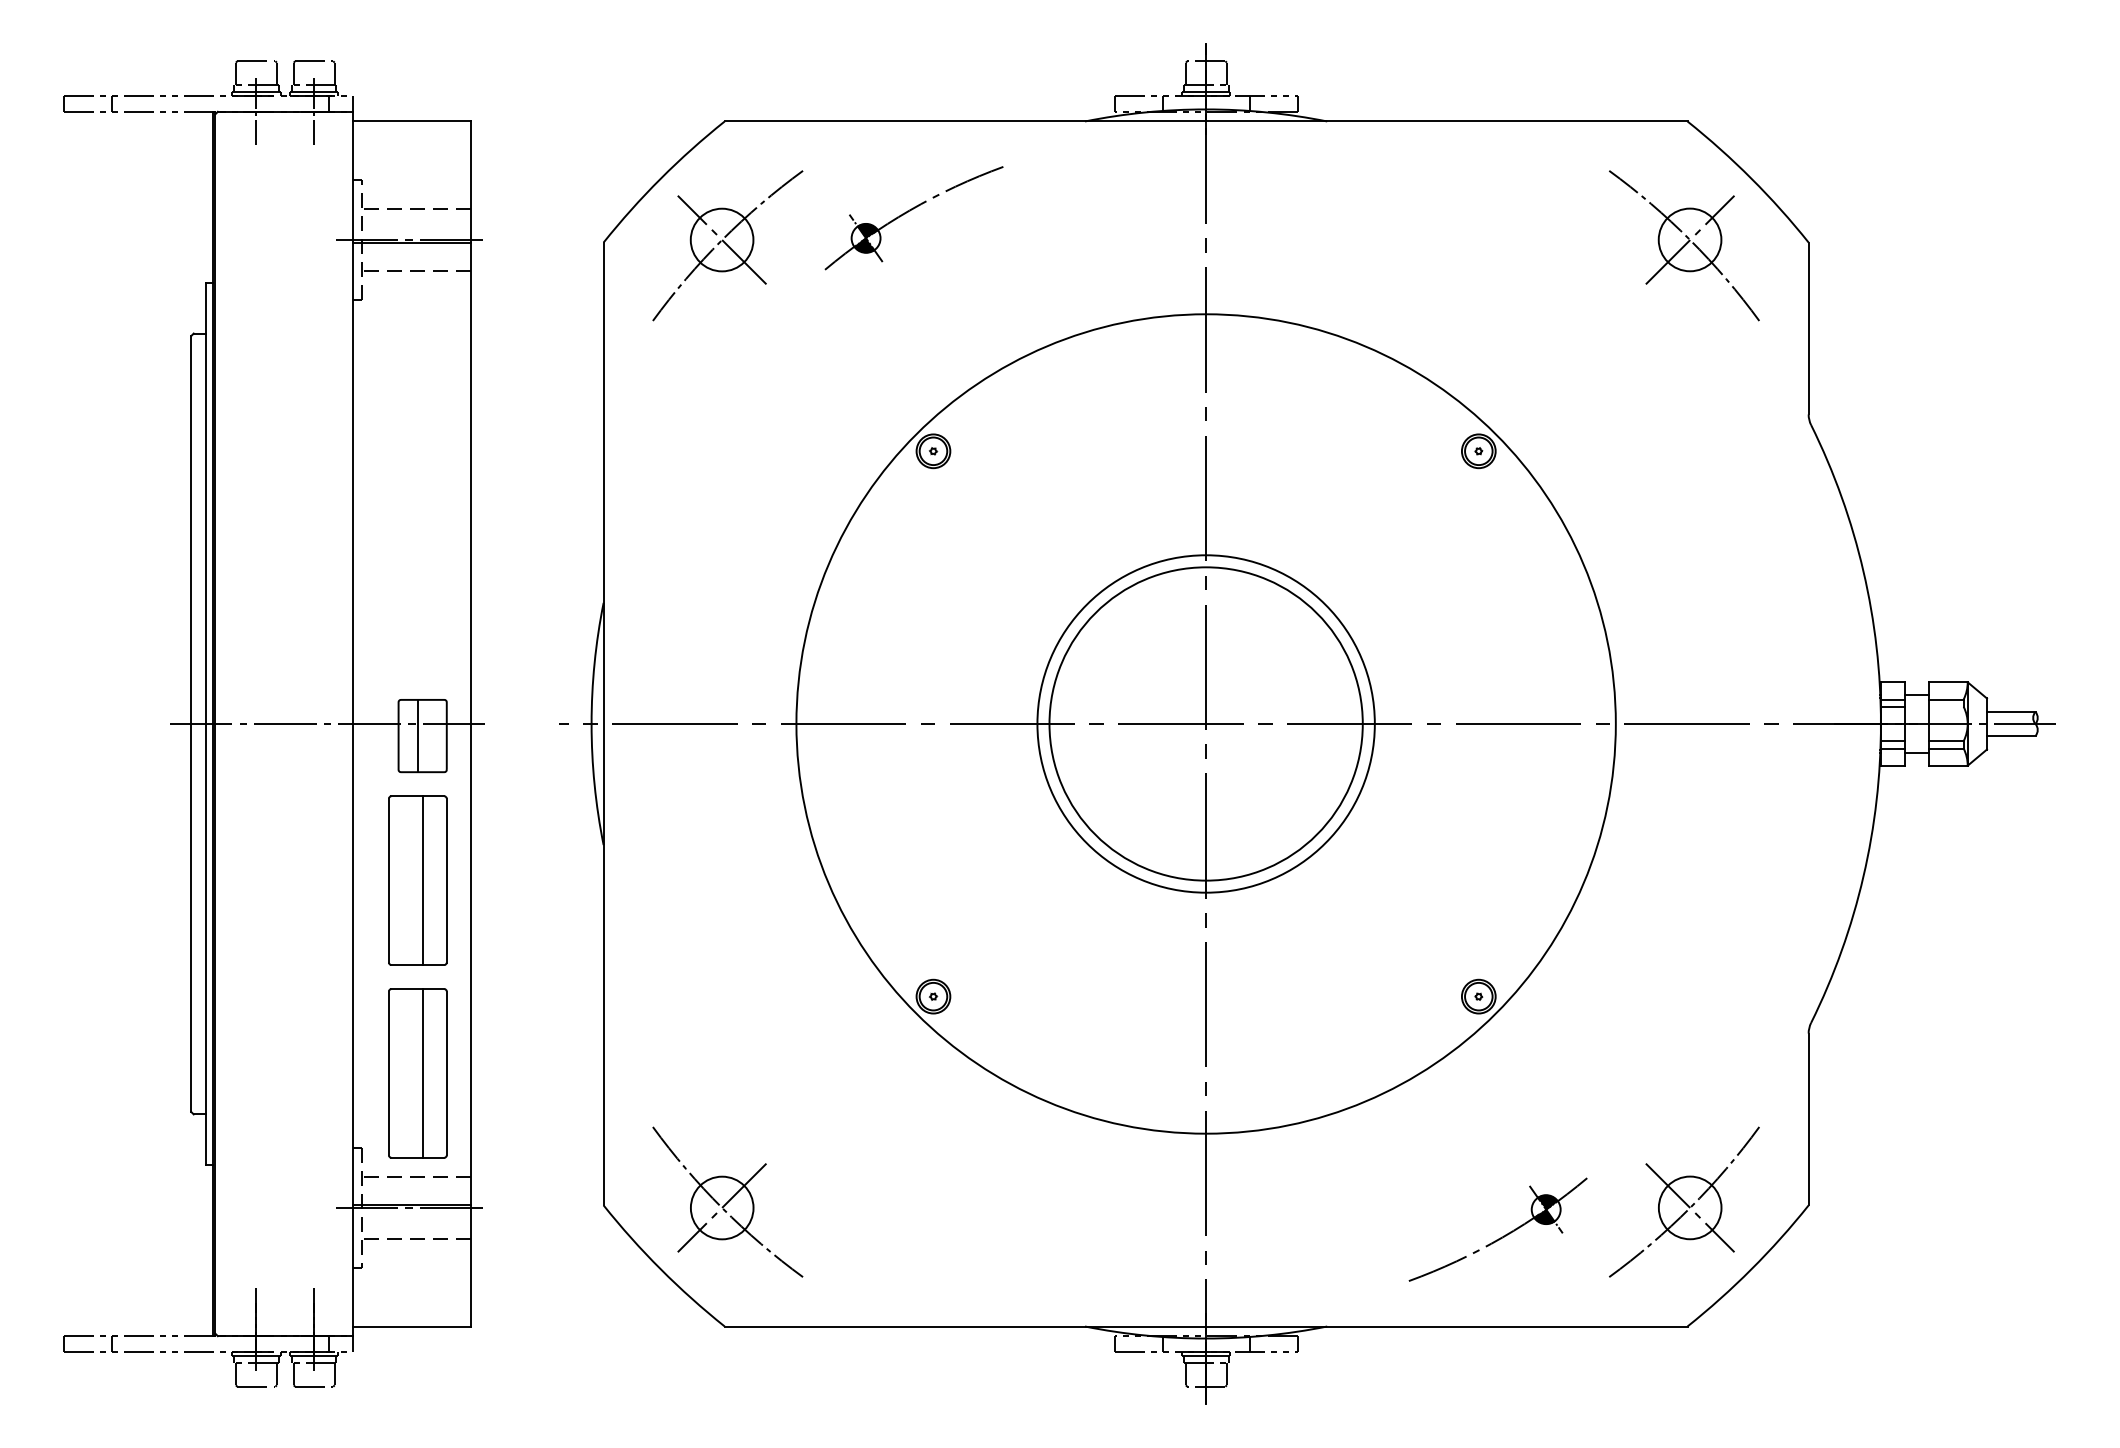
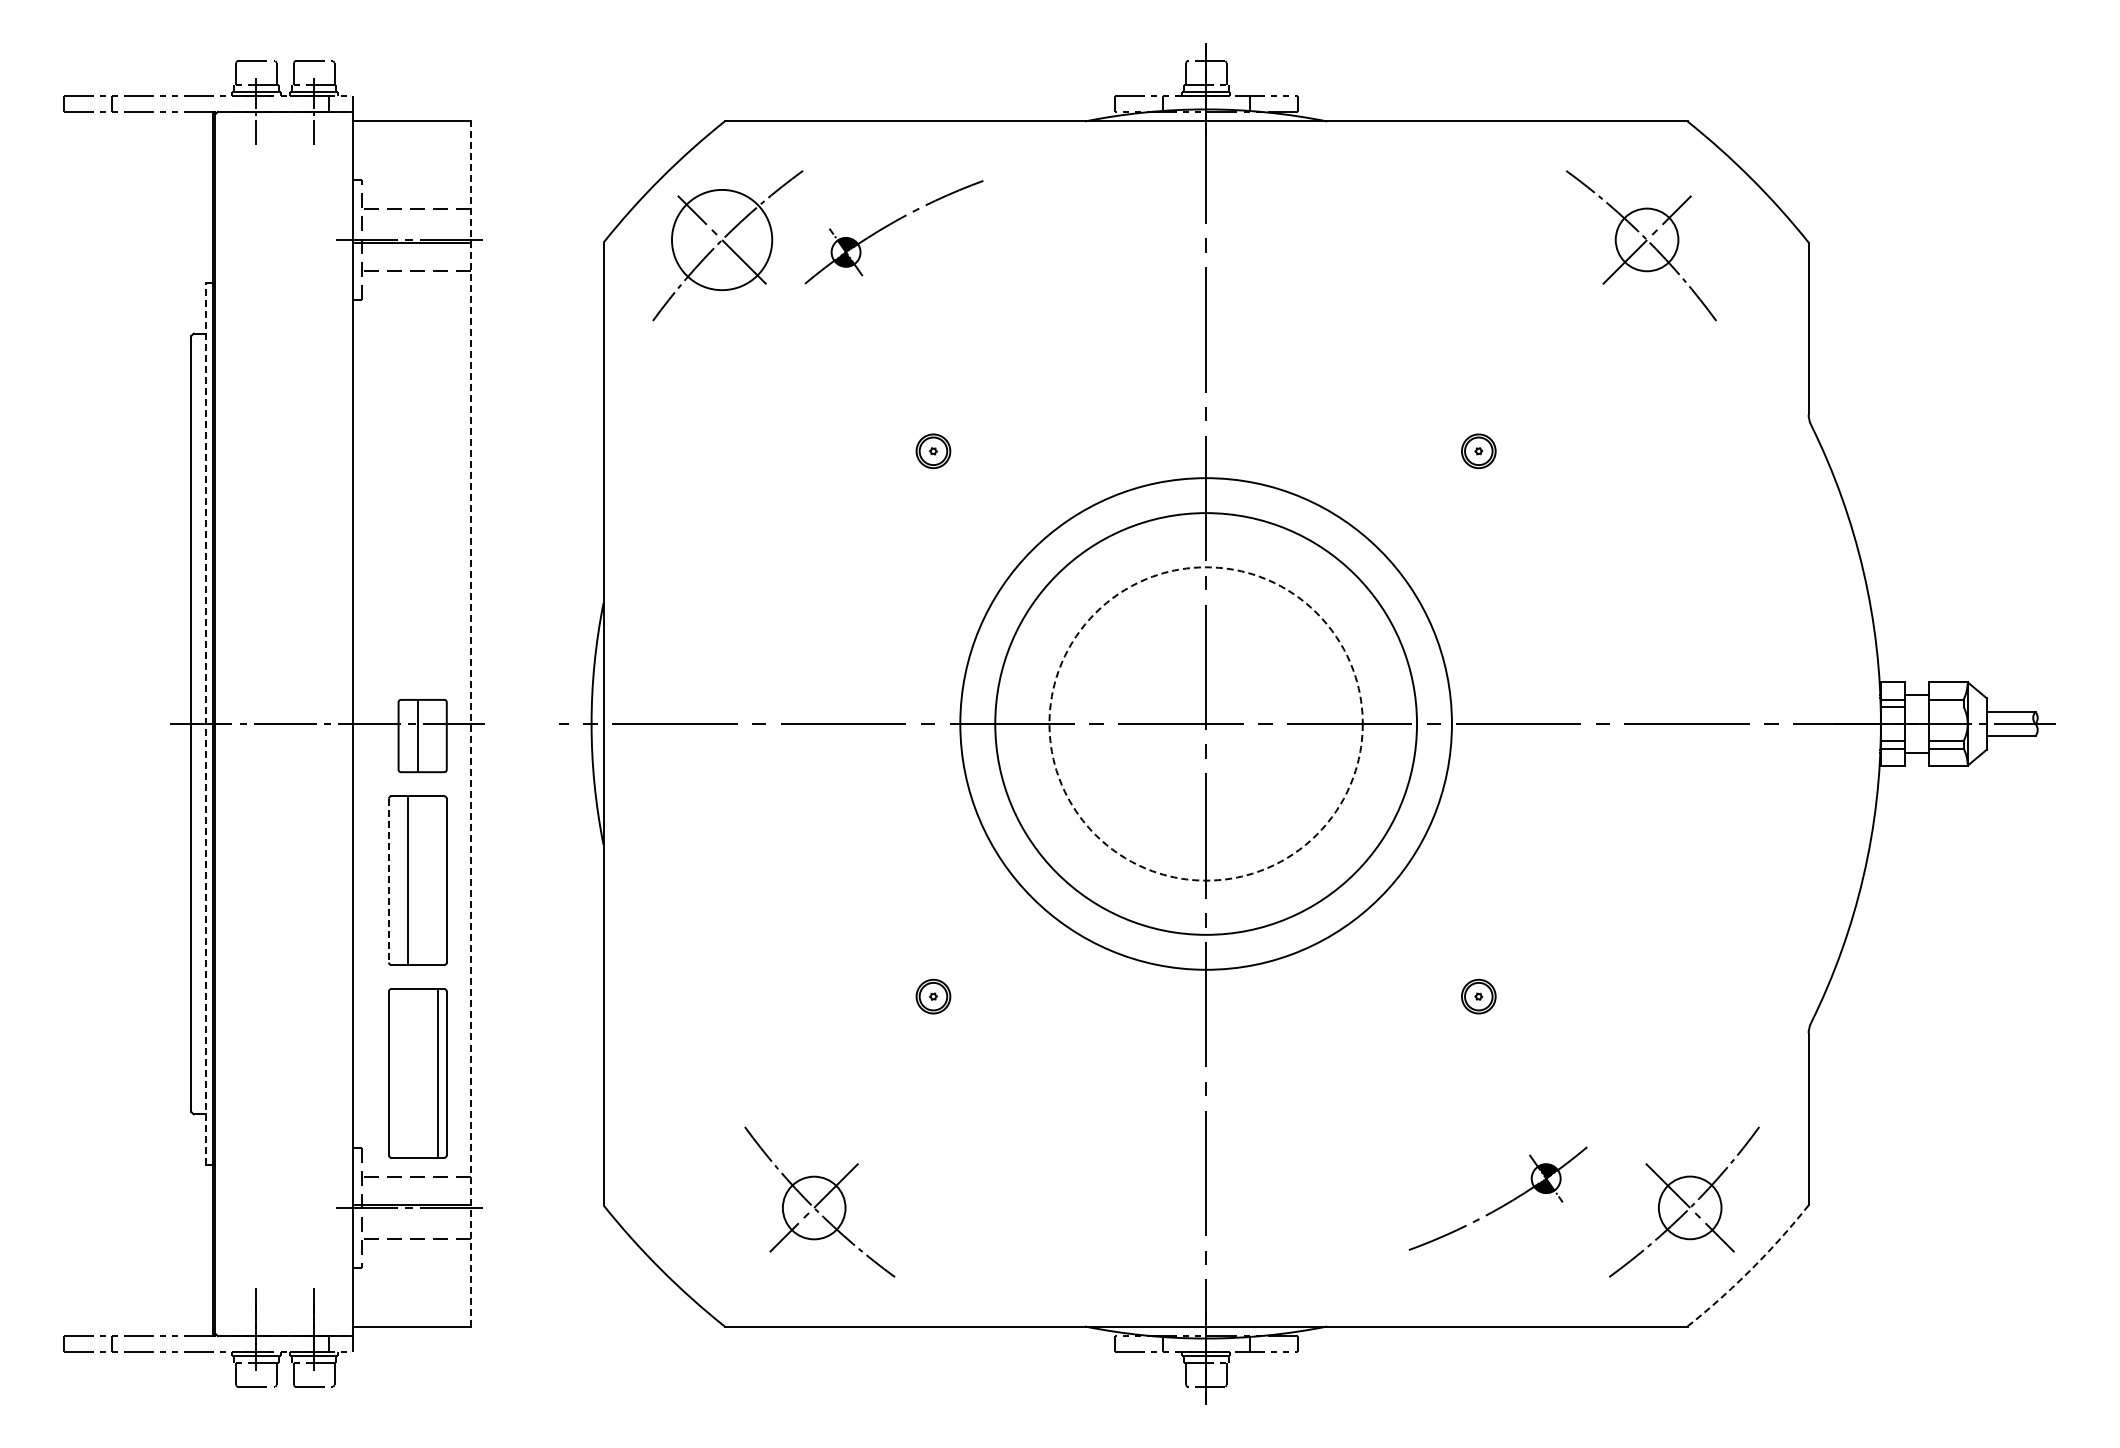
part at (910, 211) position: (910, 211) -> (890, 225)
circle at (721, 239) diameter: 63 px -> 100 px
part at (1684, 245) position: (1684, 245) -> (1641, 245)
line at (205, 723): solid -> dashed
line at (470, 723): solid -> dashed
circle at (1205, 723) diameter: 337 px -> 422 px
circle at (1205, 723) diameter: 819 px -> 492 px
circle at (1205, 723): solid -> dashed
line at (388, 880): solid -> dashed
line at (422, 880) position: (422, 880) -> (407, 880)
line at (422, 1073) position: (422, 1073) -> (437, 1073)
part at (727, 1201) position: (727, 1201) -> (819, 1201)
part at (1503, 1235) position: (1503, 1235) -> (1503, 1204)
arc at (1751, 1269): solid -> dashed
